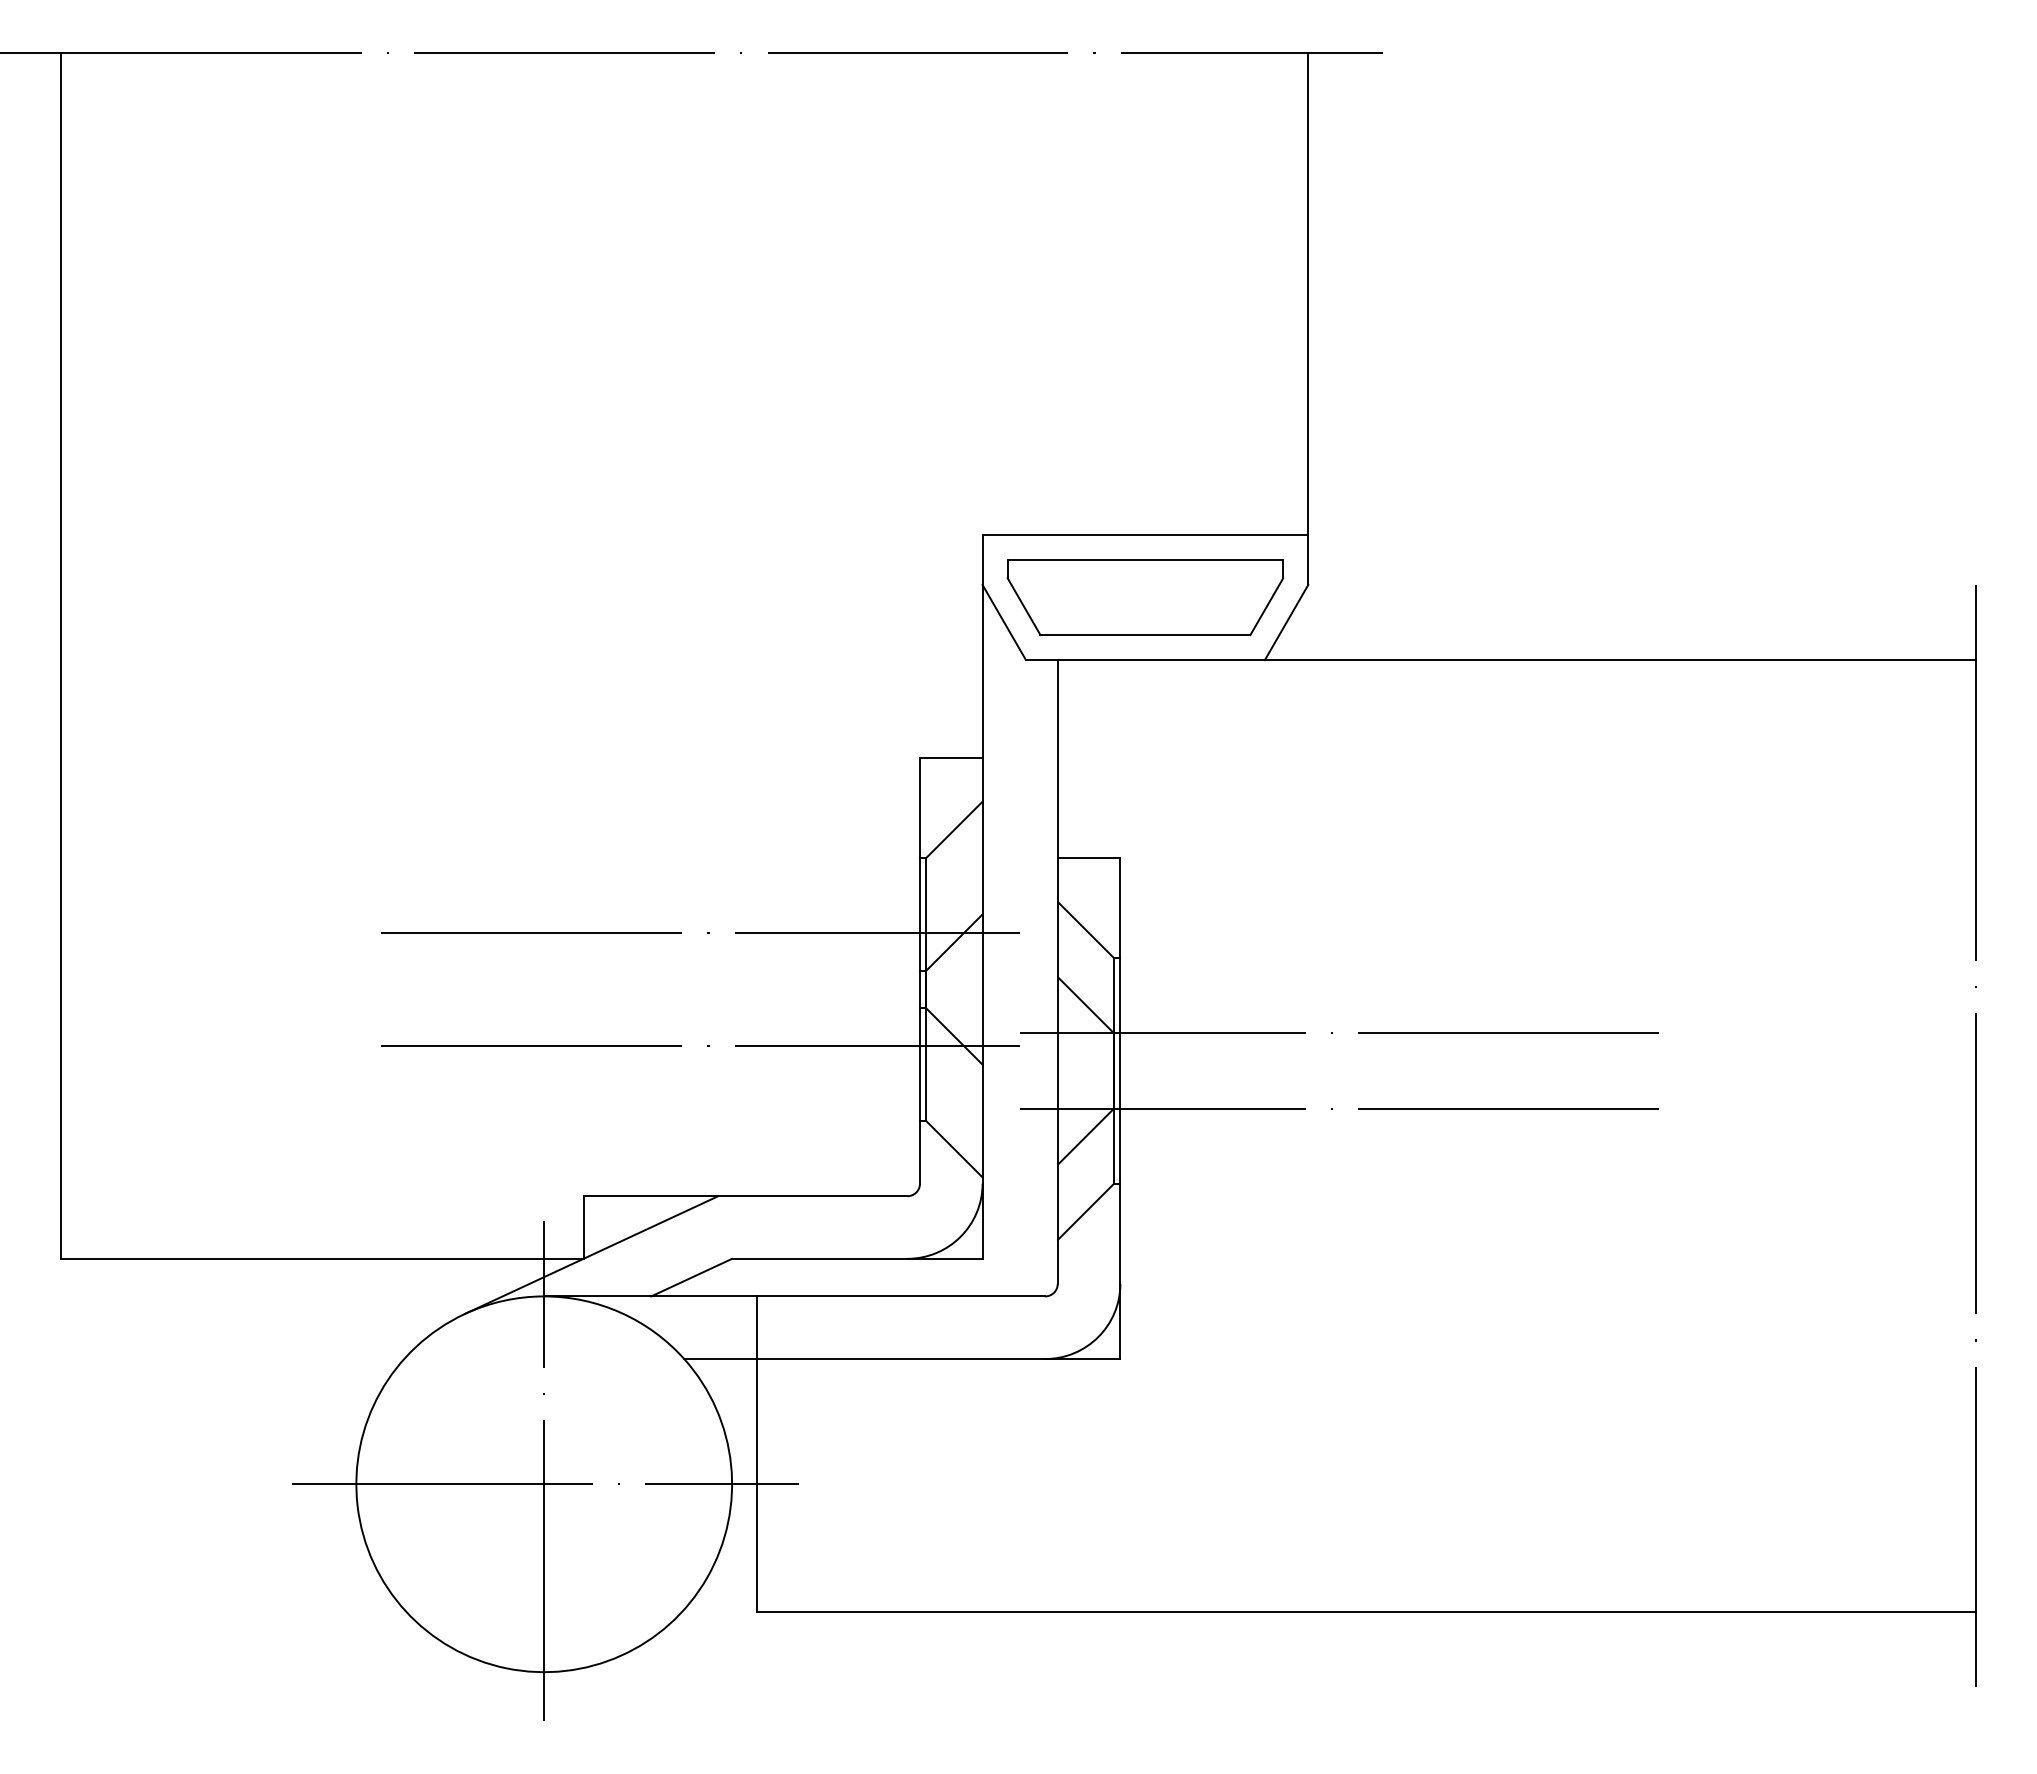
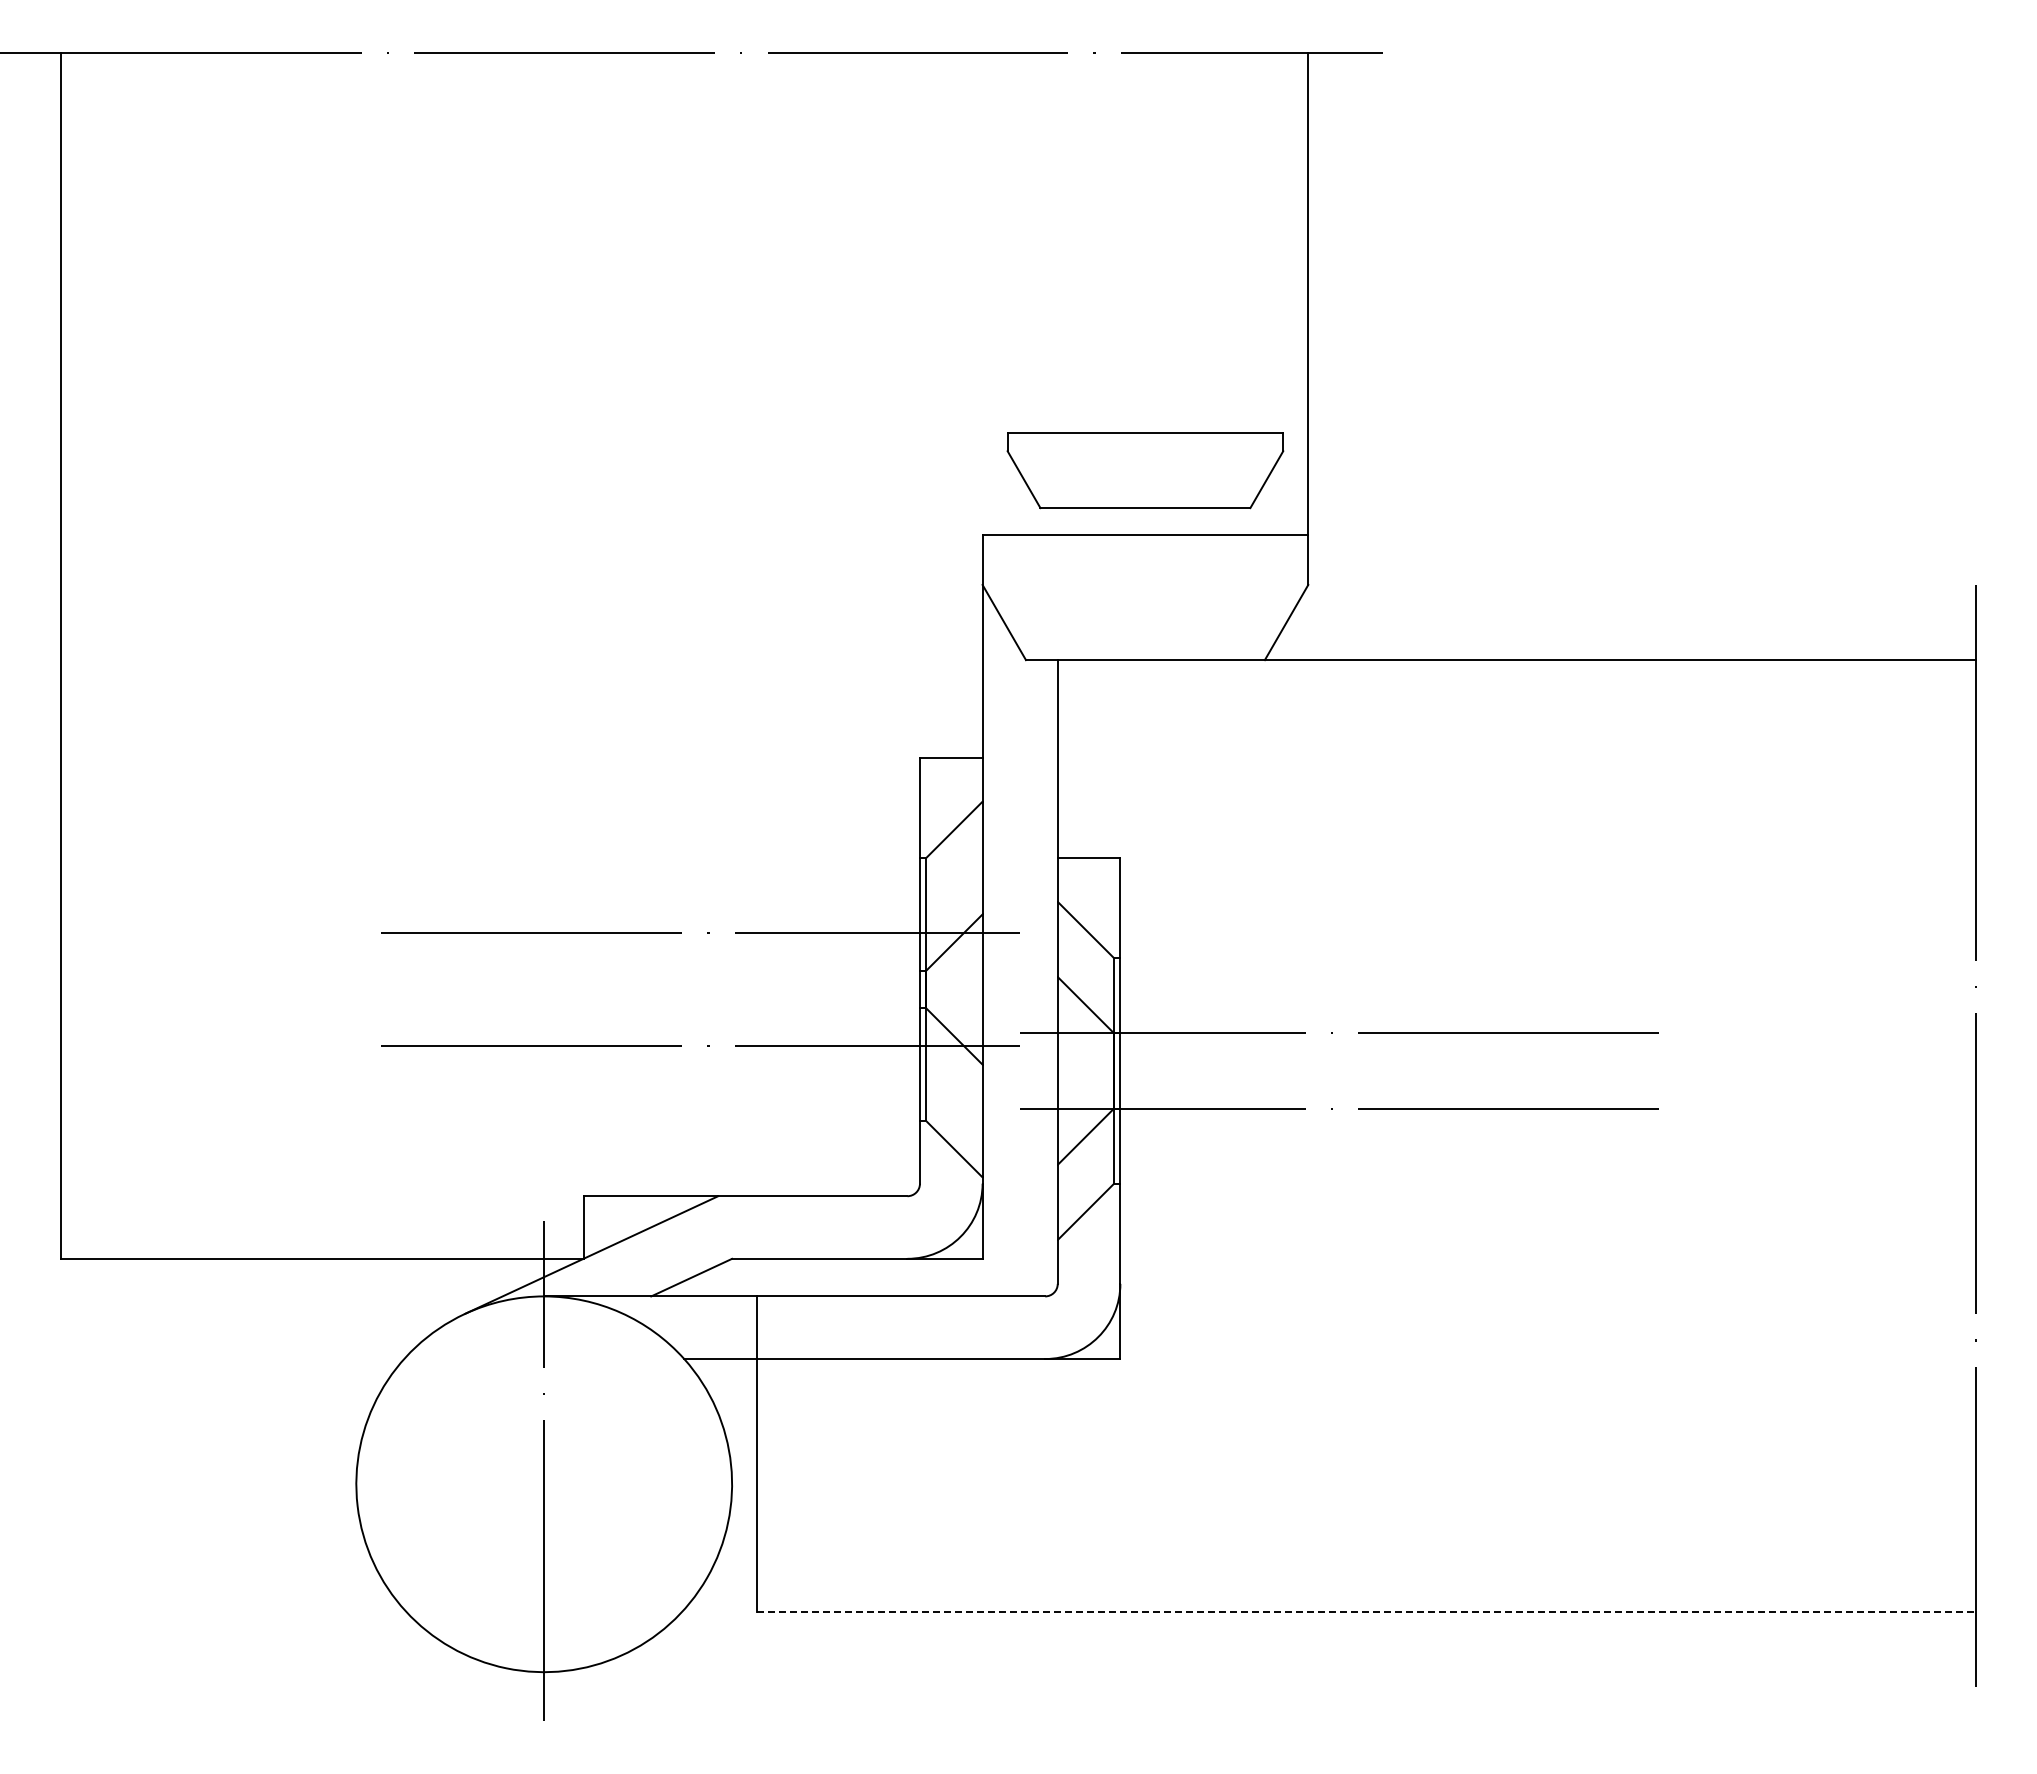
part at (1145, 597) position: (1145, 597) -> (1145, 470)
line at (545, 1484): present -> none
line at (1367, 1612): solid -> dashed
